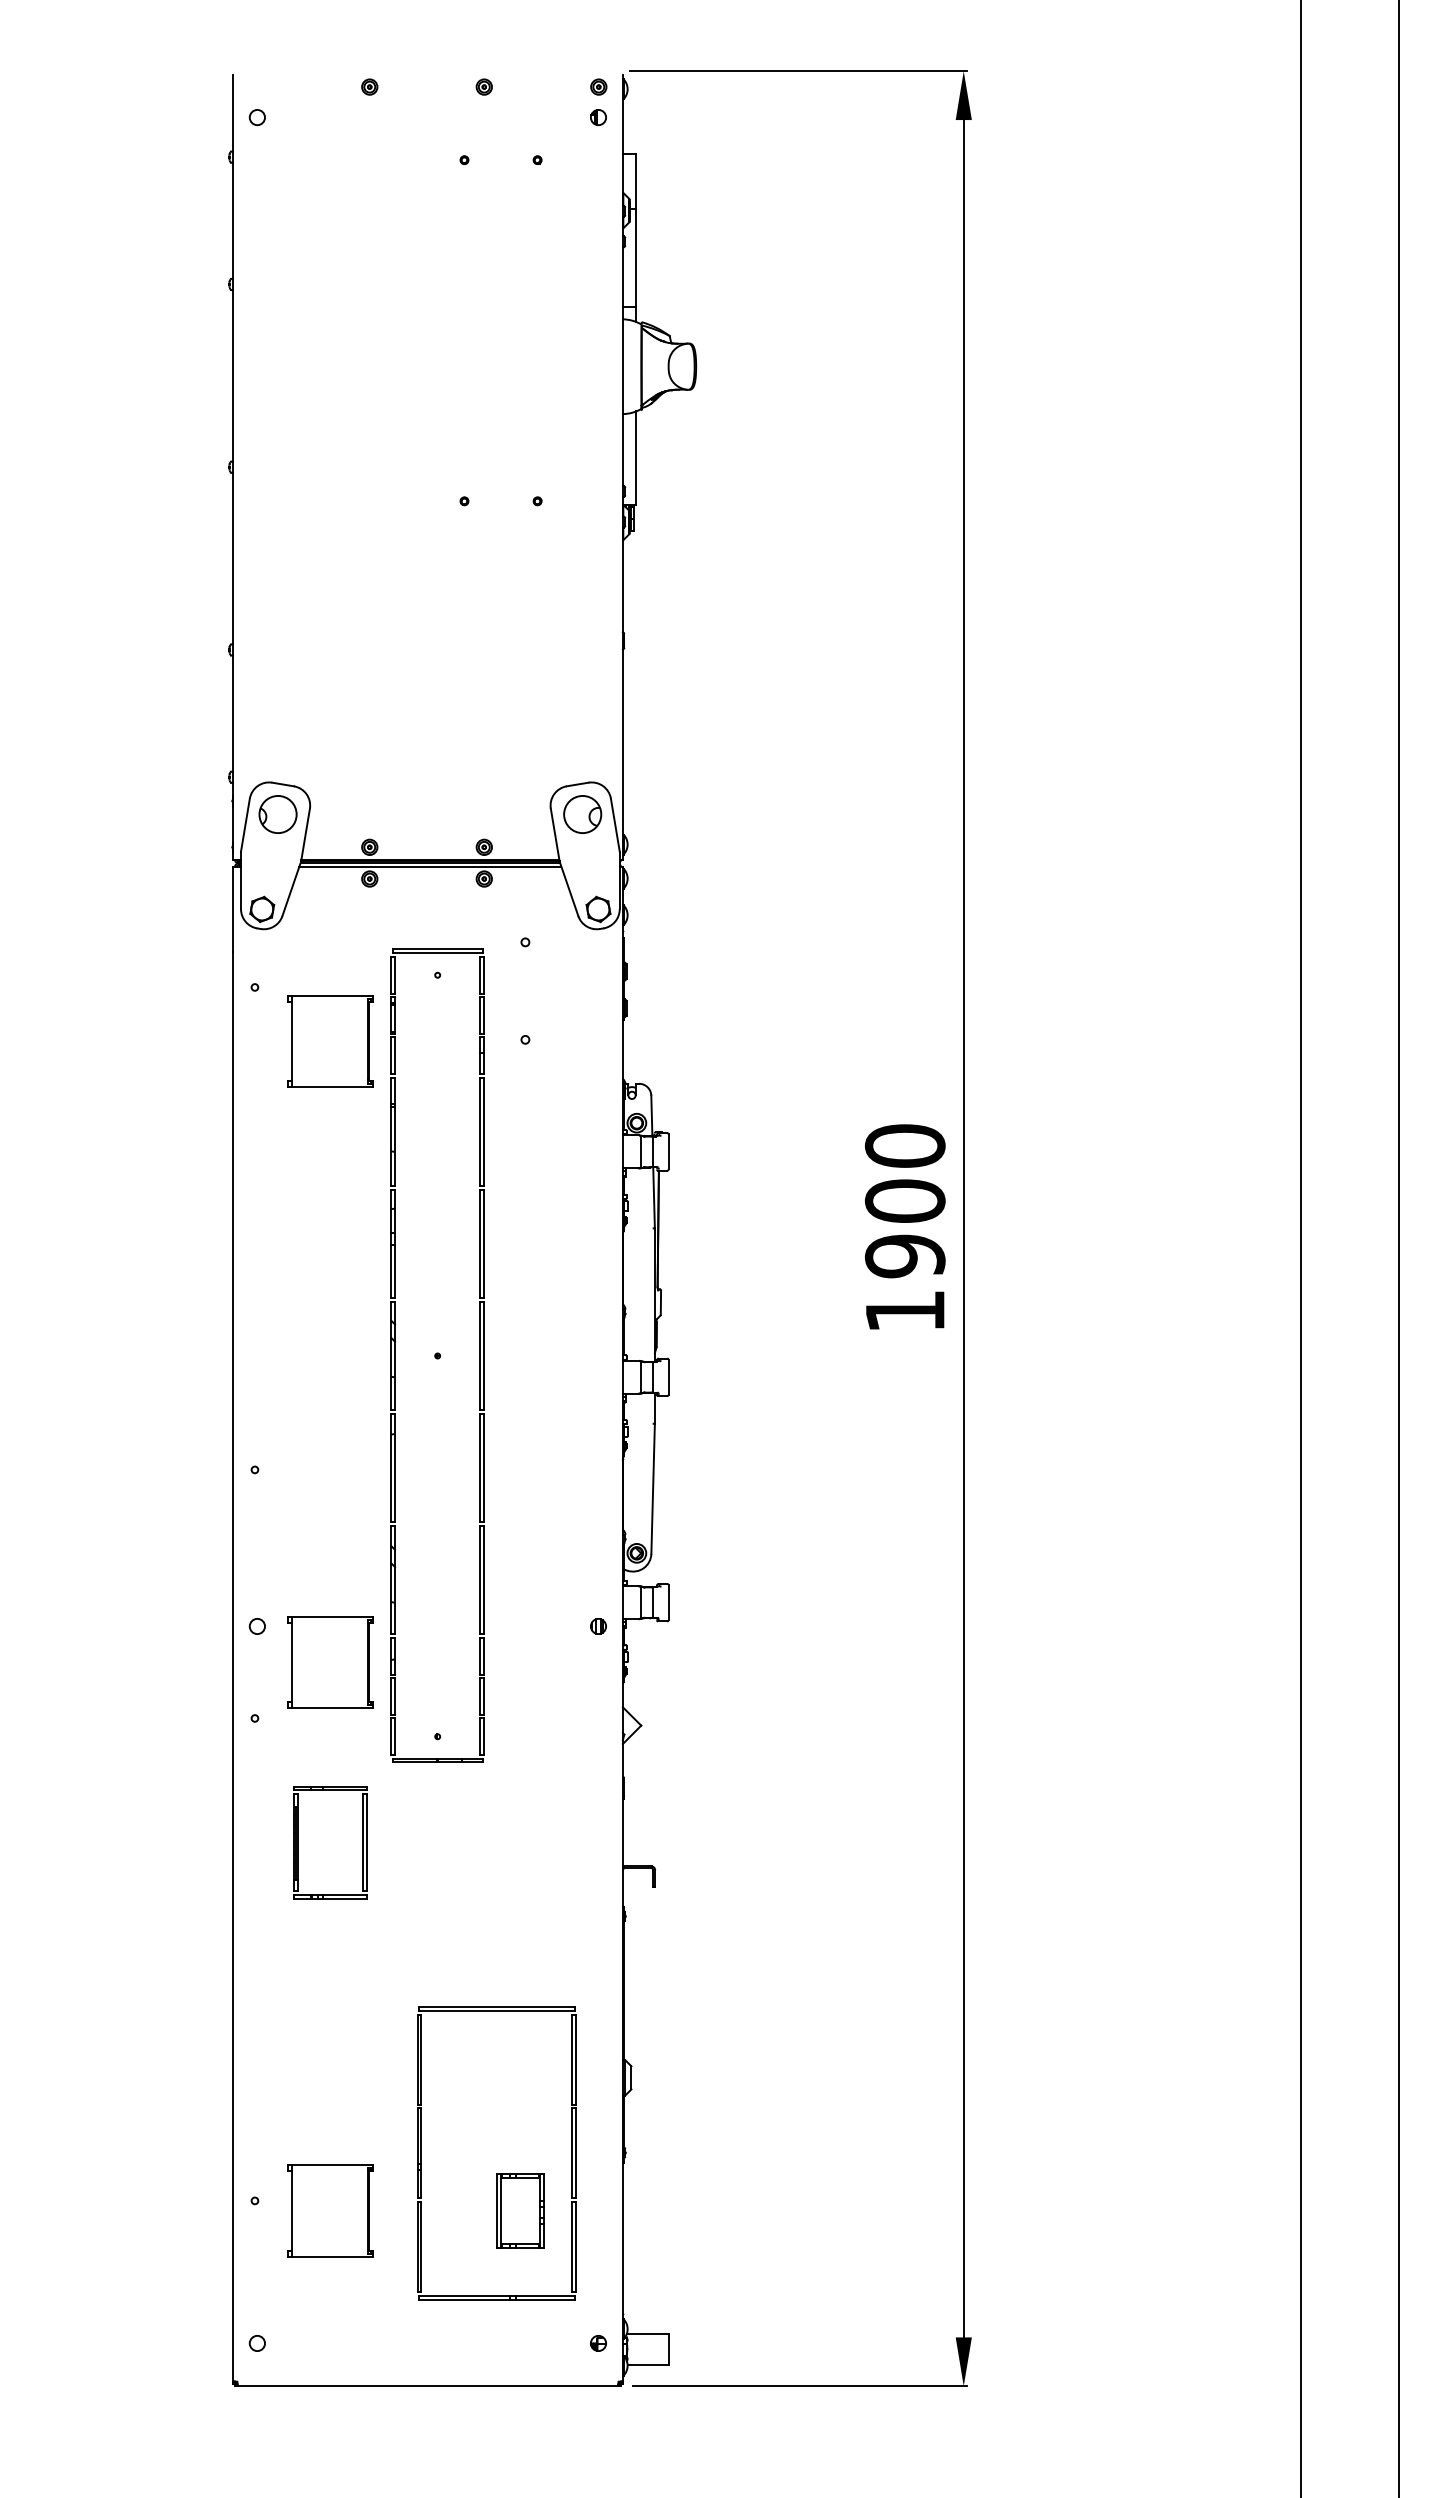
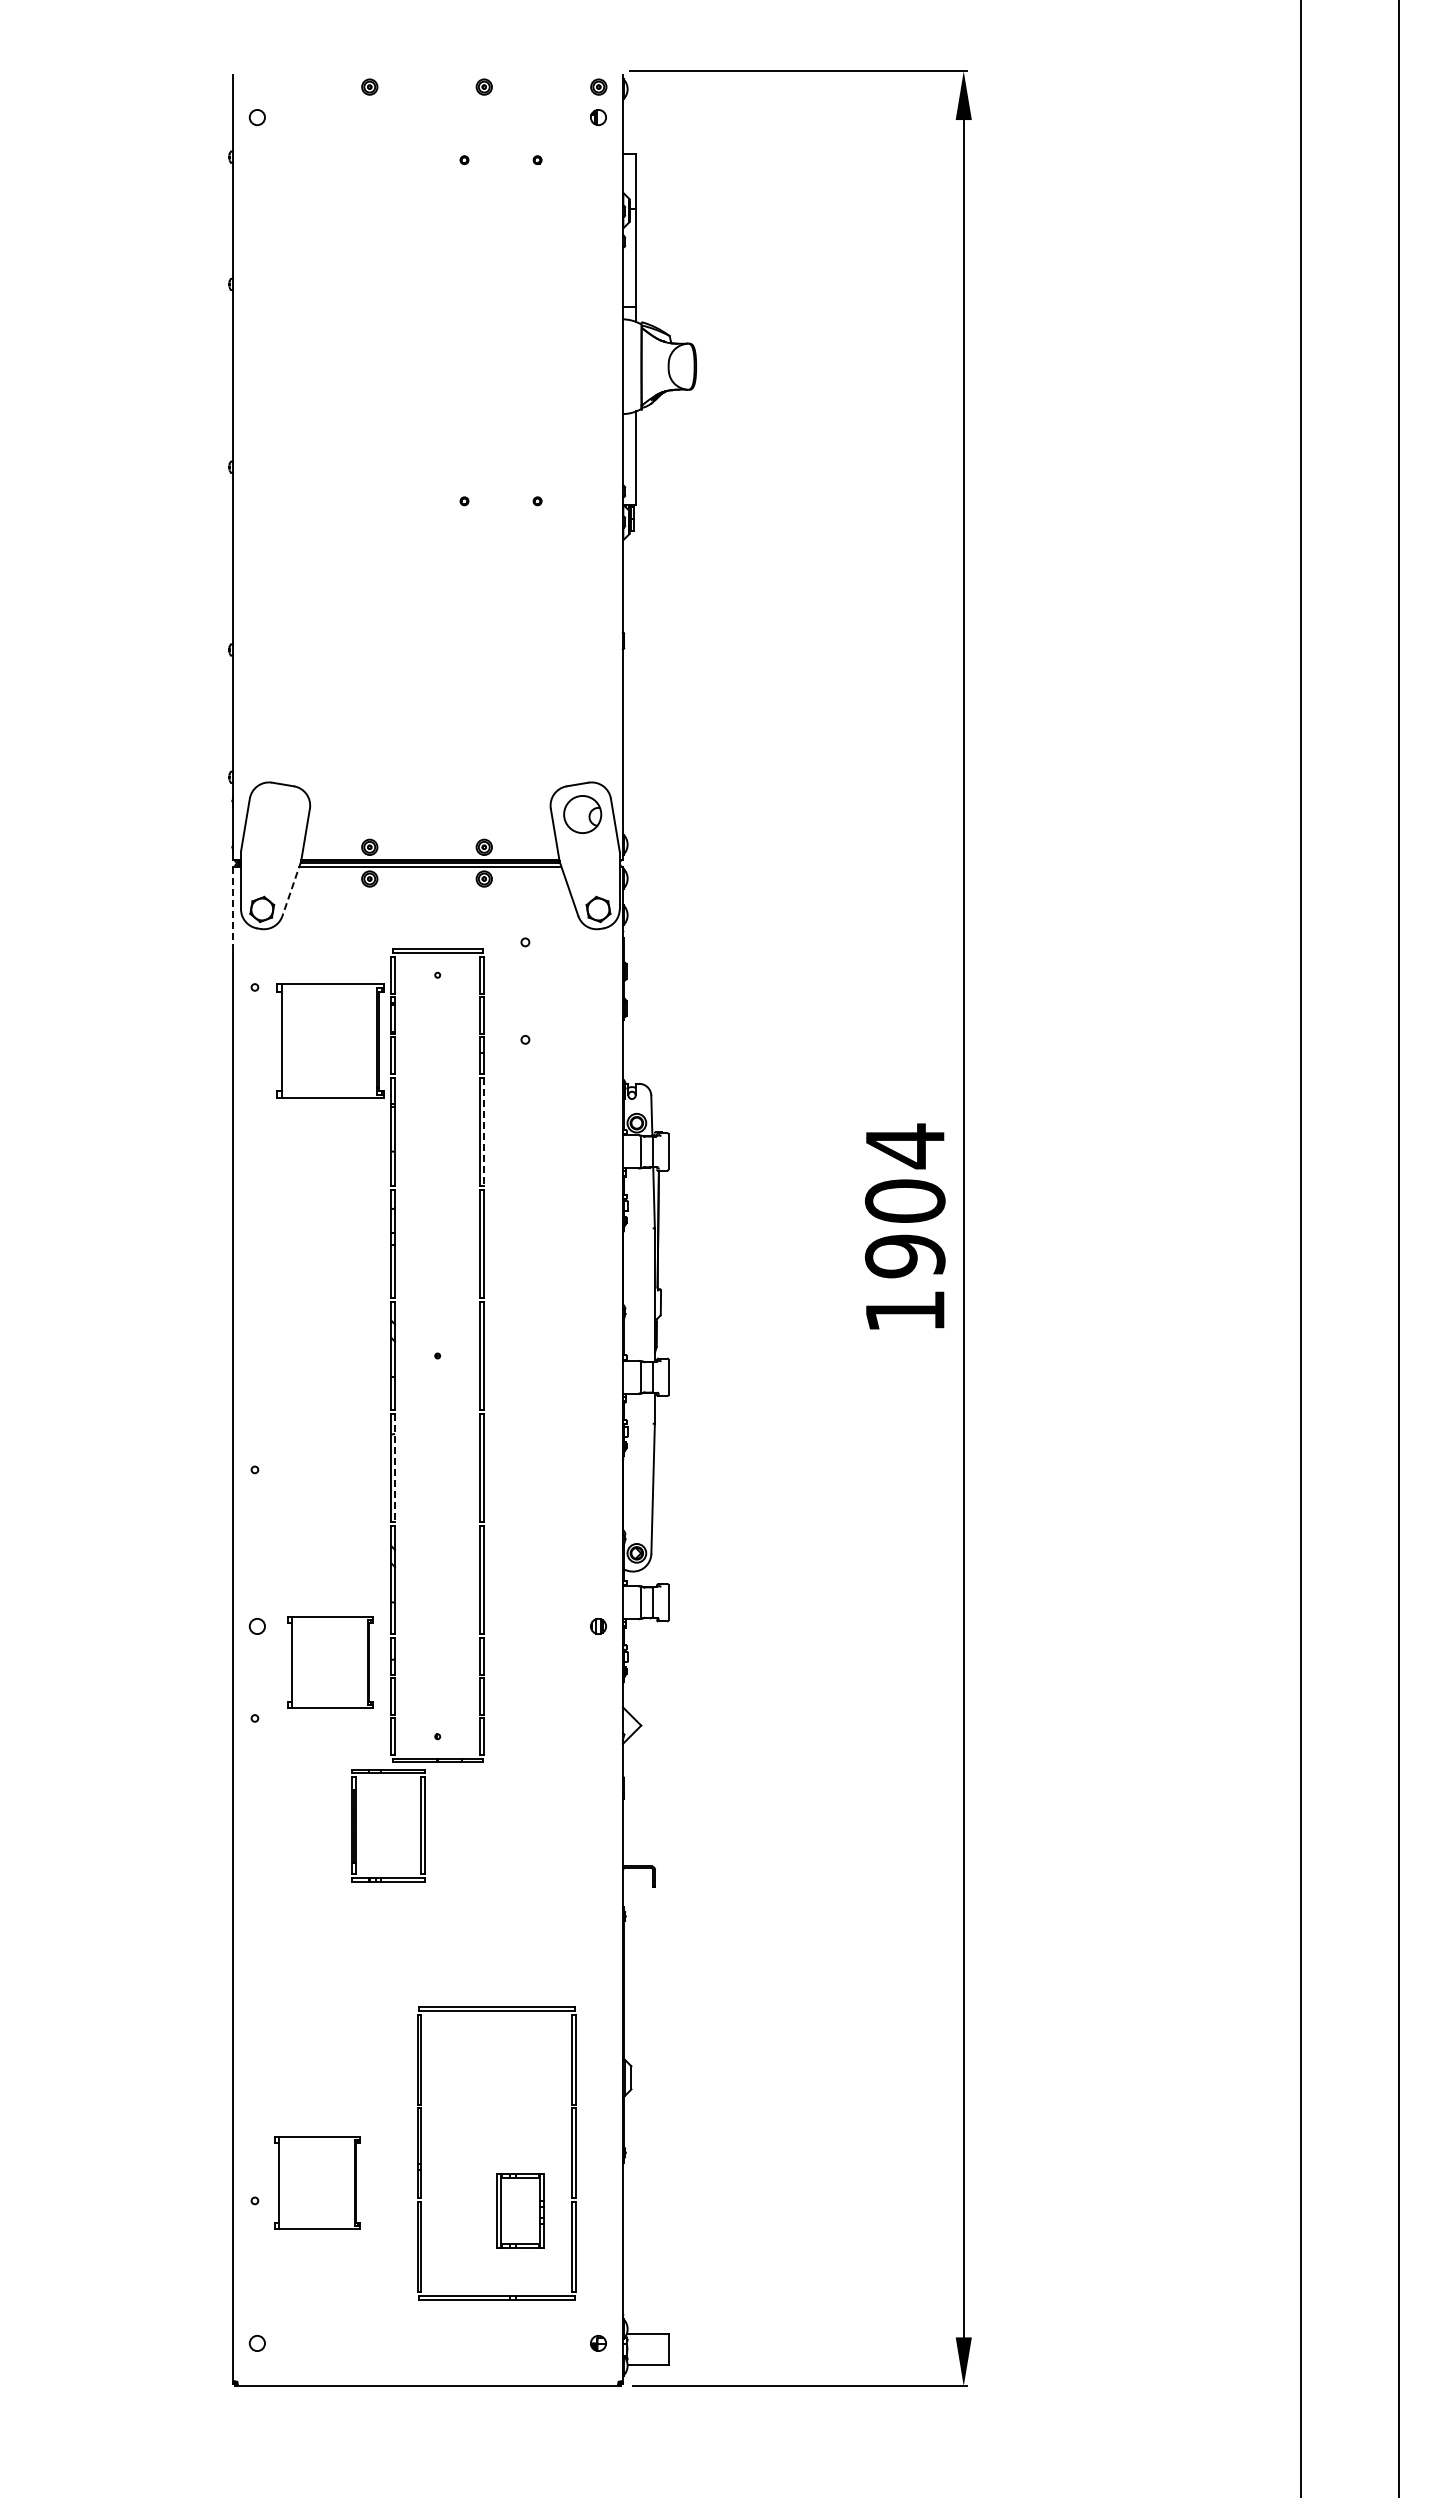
part at (277, 814): present -> none
line at (291, 888): solid -> dashed
line at (233, 909): solid -> dashed
part at (330, 1041) size: 87x93 px -> 109x116 px
line at (484, 1132): solid -> dashed
text at (904, 1146): 1900 -> 1904
line at (395, 1468): solid -> dashed
part at (298, 1842) position: (298, 1842) -> (356, 1825)
part at (330, 2210) position: (330, 2210) -> (317, 2182)
